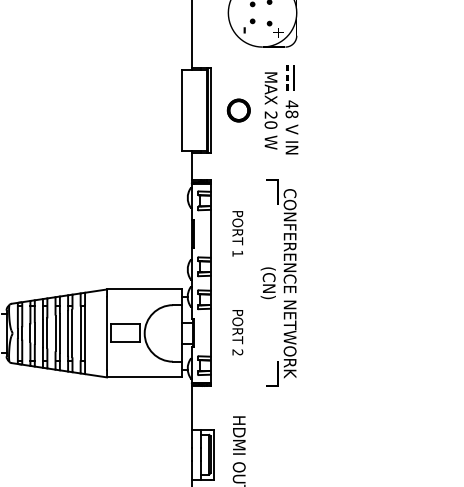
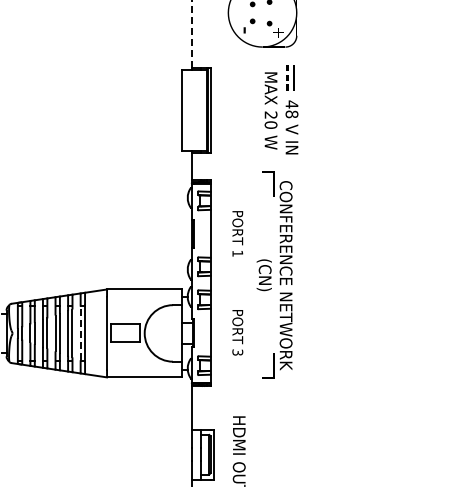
line at (191, 34): solid -> dashed
part at (238, 110): present -> none
text at (278, 282) position: (278, 282) -> (274, 274)
line at (80, 333): solid -> dashed
text at (237, 352): 2 -> 3
